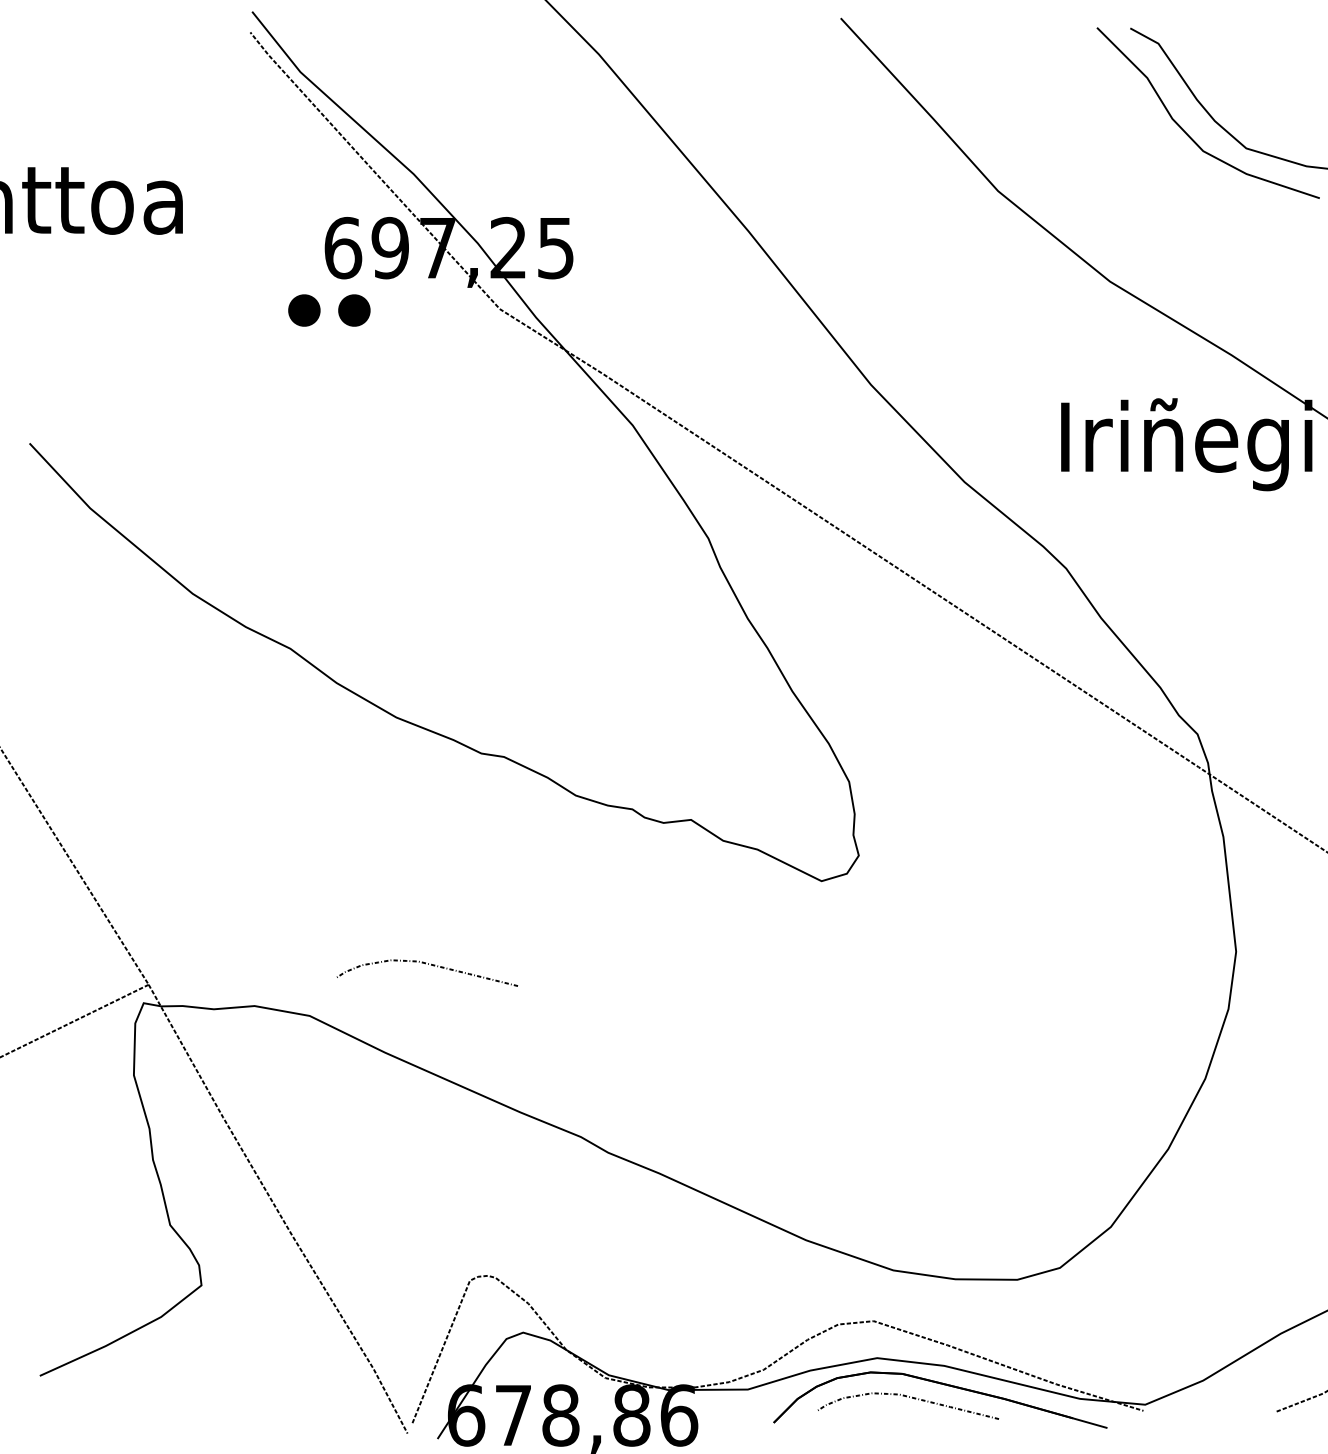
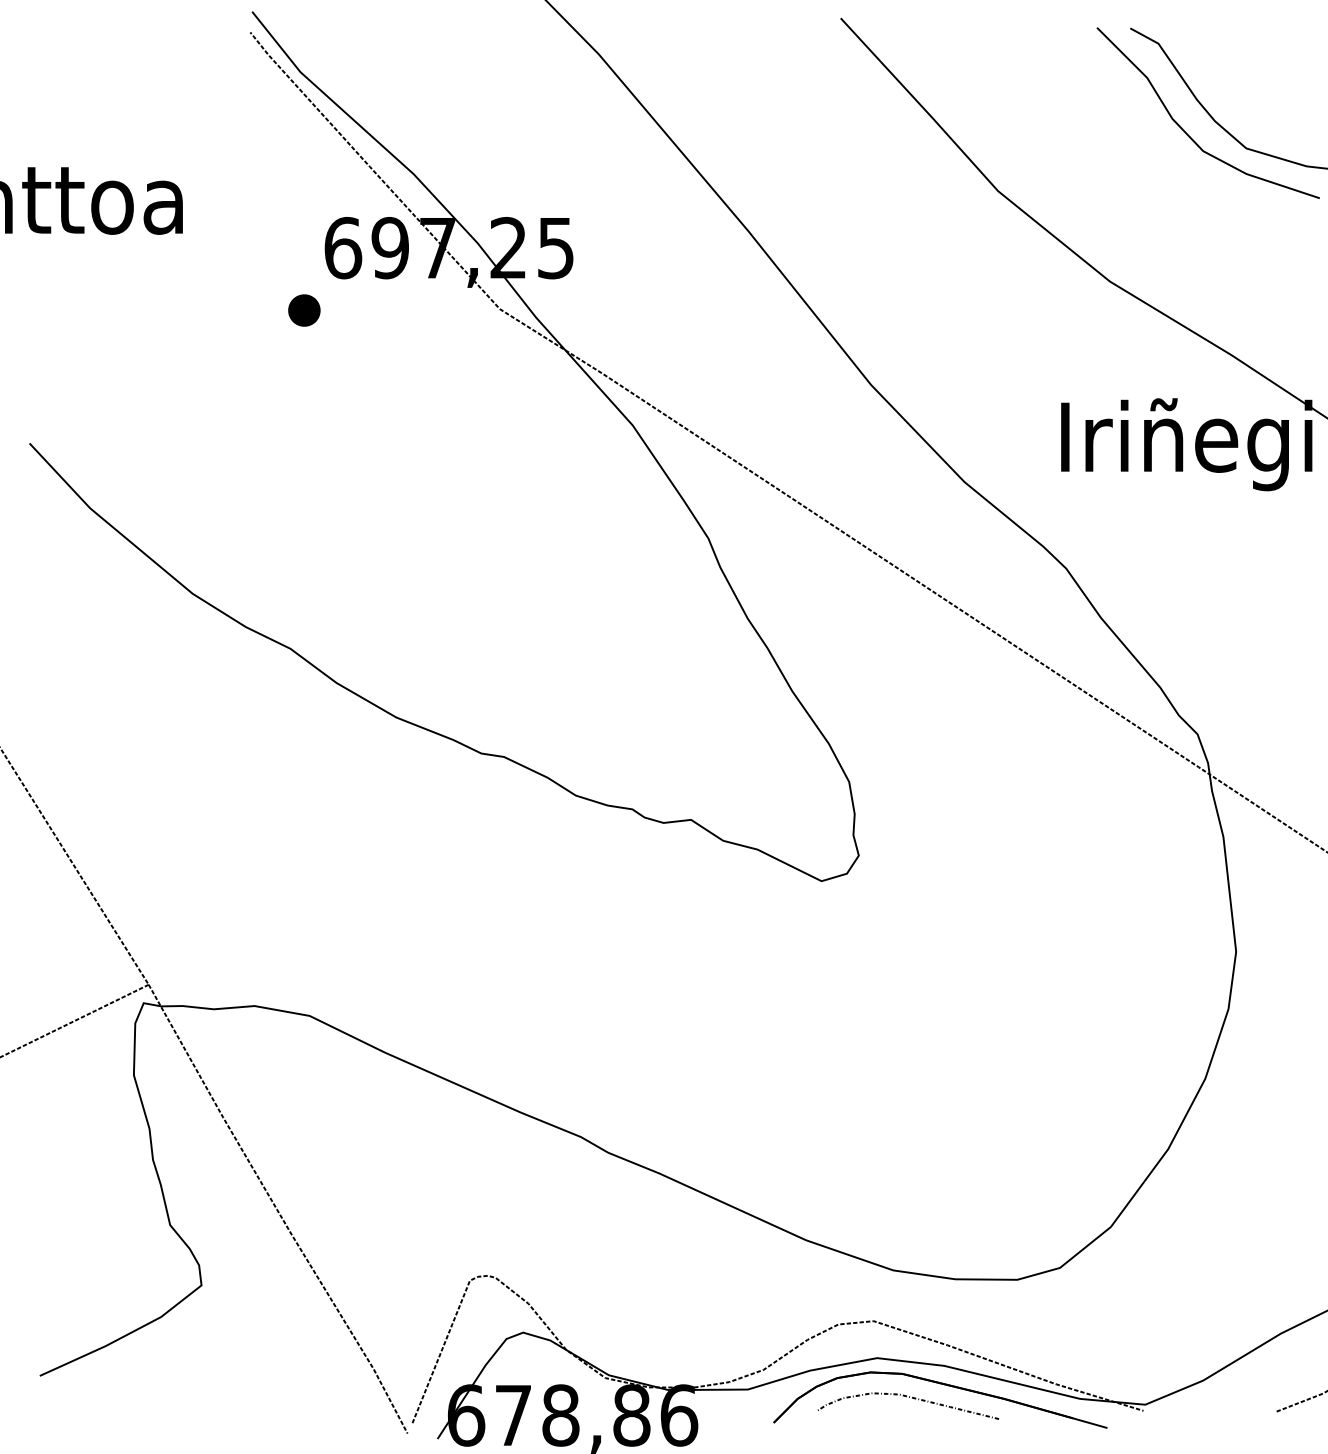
part at (354, 310): present -> none
curve at (428, 964): present -> none
